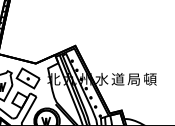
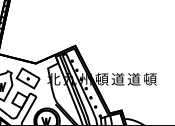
text at (101, 78): 水 -> 頓
text at (133, 79): 局 -> 道
